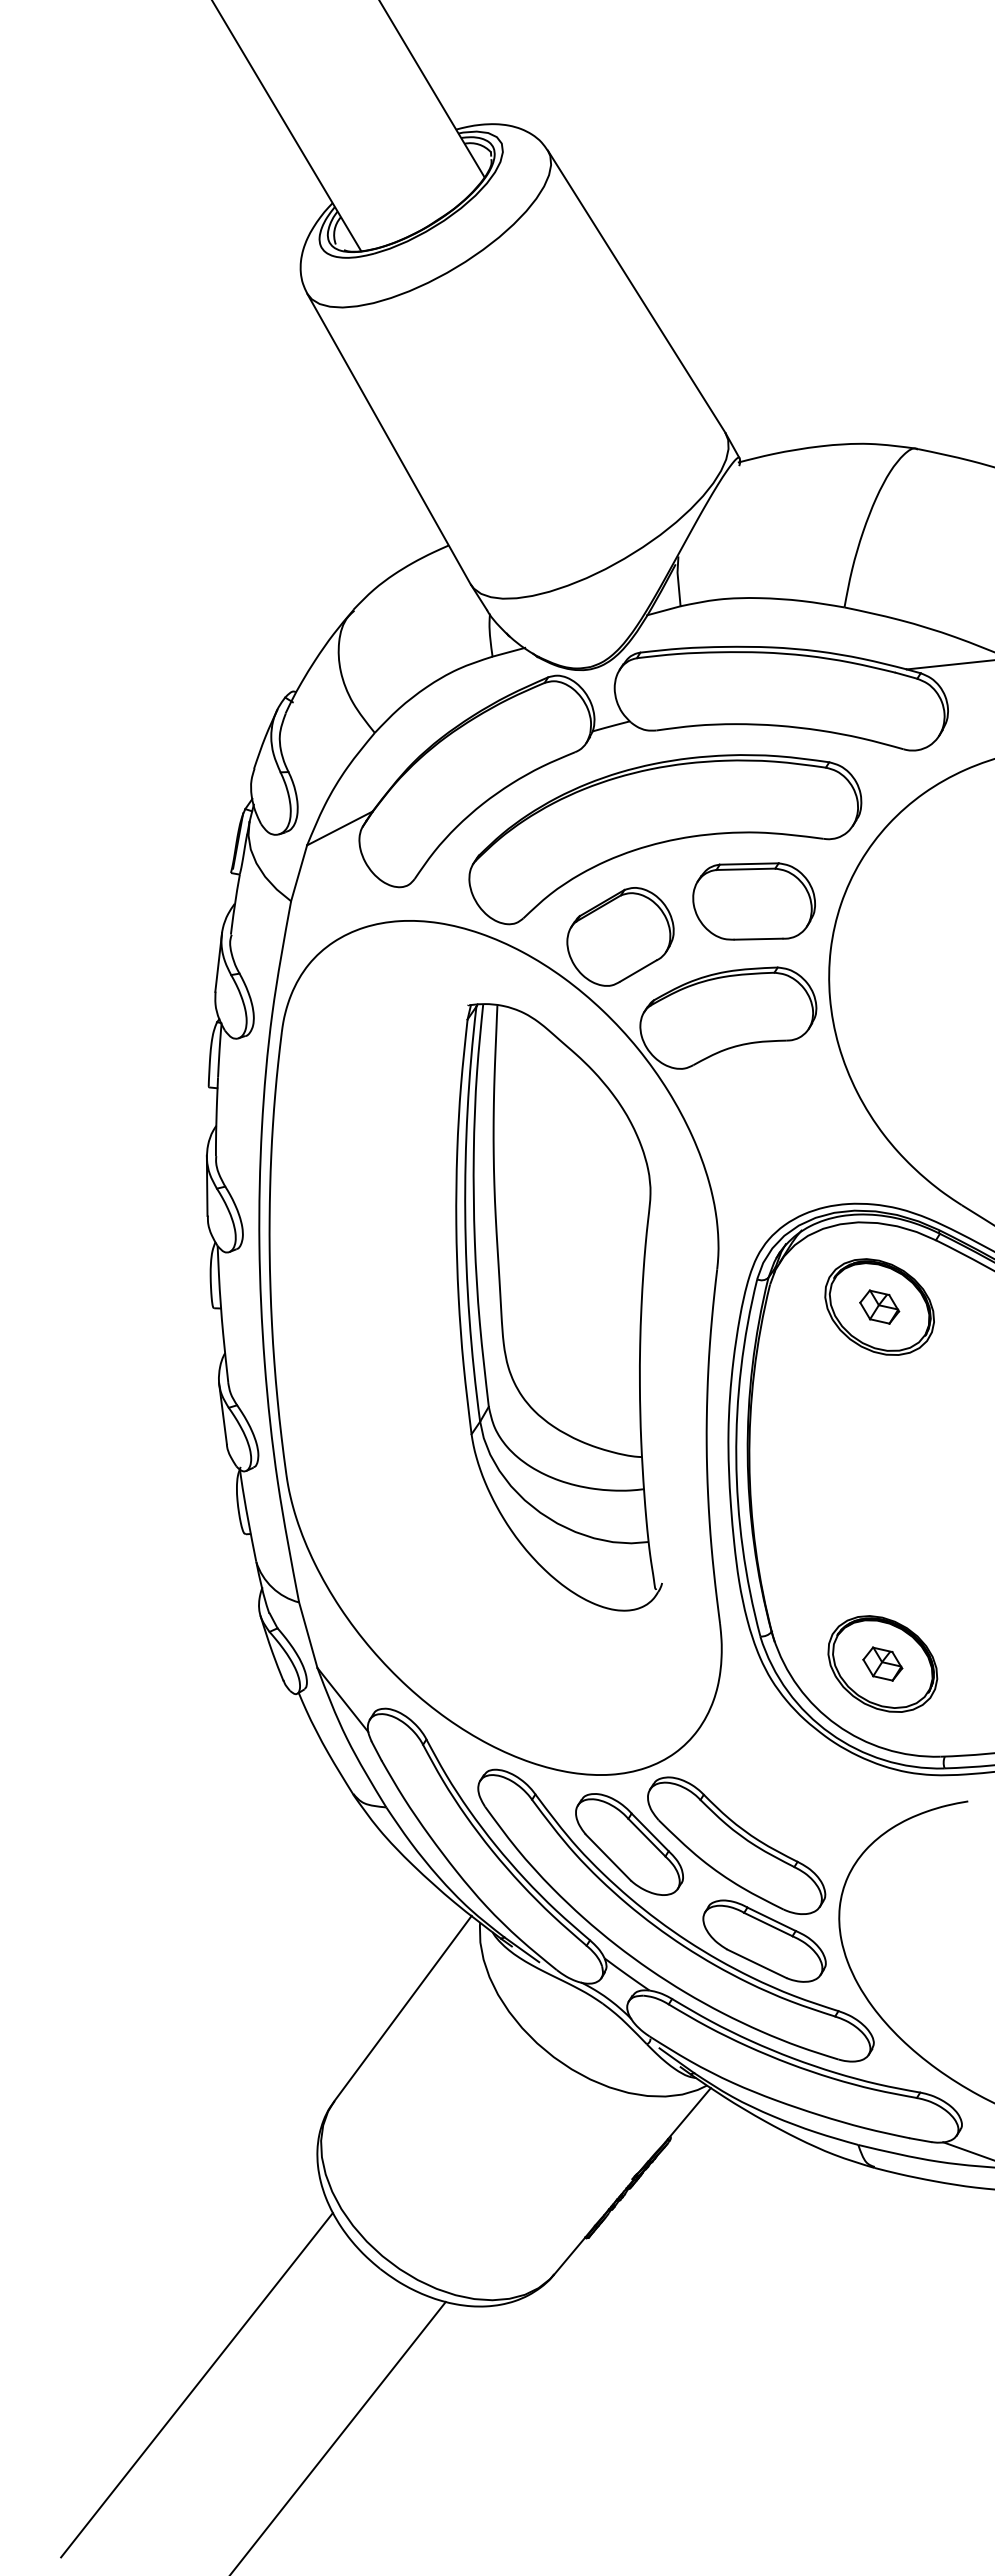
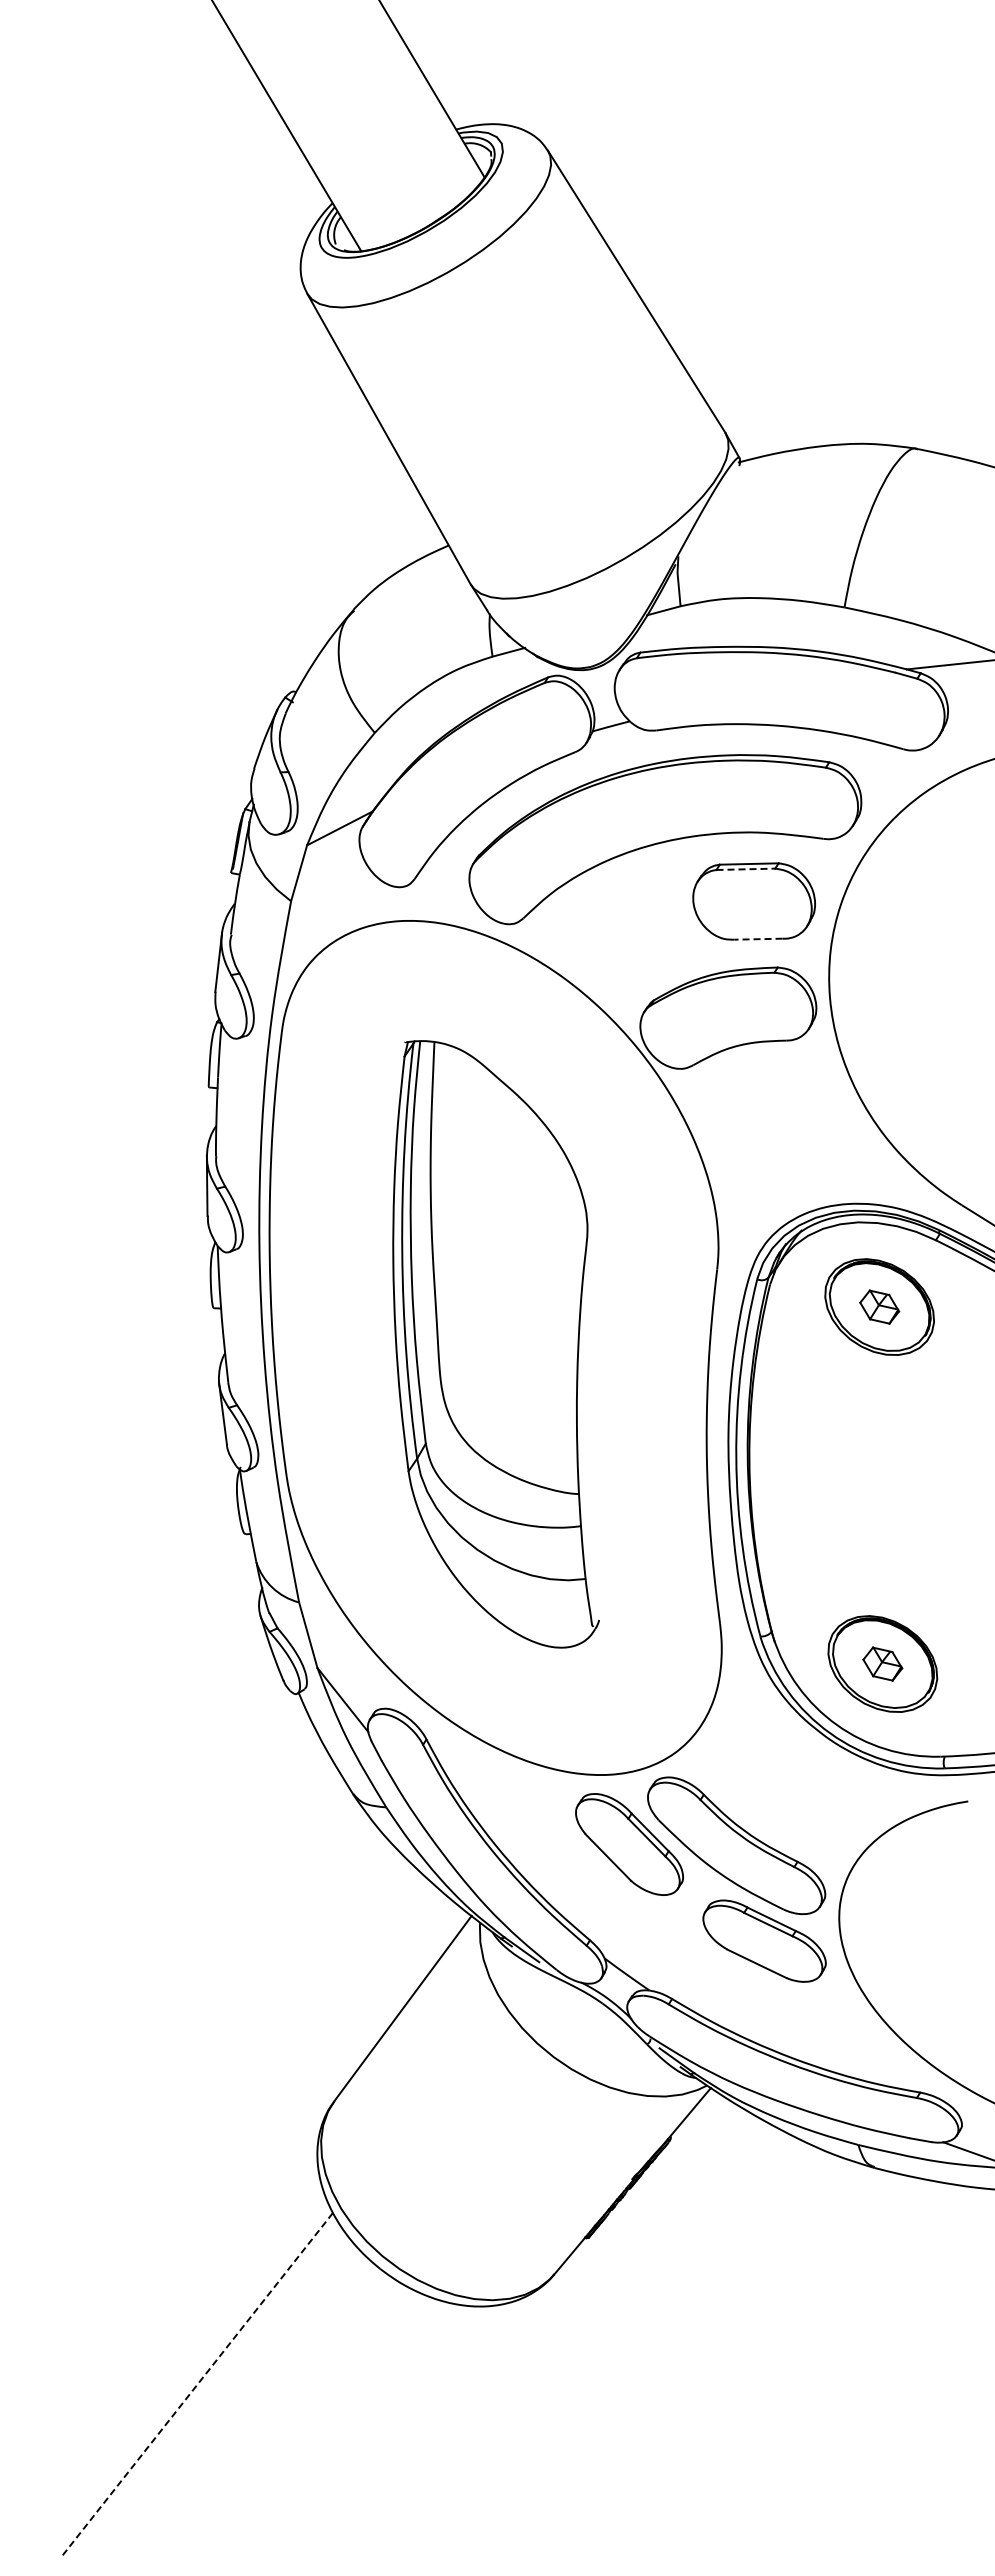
line at (746, 869): solid -> dashed
part at (620, 936): present -> none
line at (758, 939): solid -> dashed
part at (558, 1307) position: (558, 1307) -> (495, 1344)
part at (668, 1926): present -> none
line at (196, 2385): solid -> dashed
line at (338, 2436): present -> none
